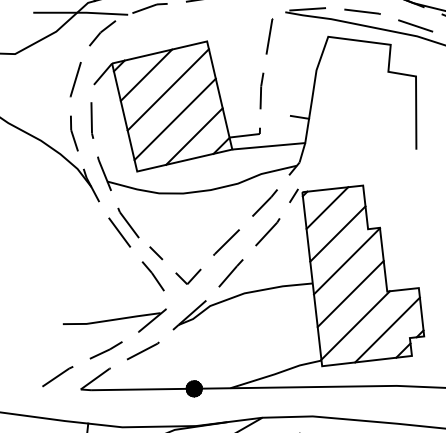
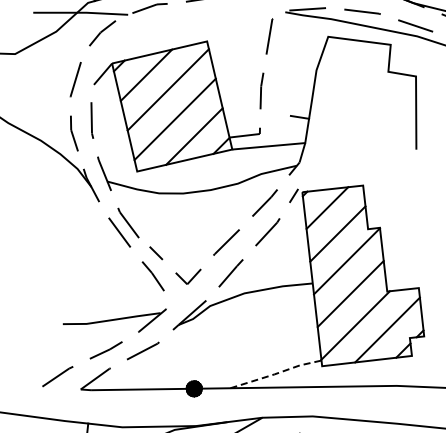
line at (275, 374): solid -> dashed
